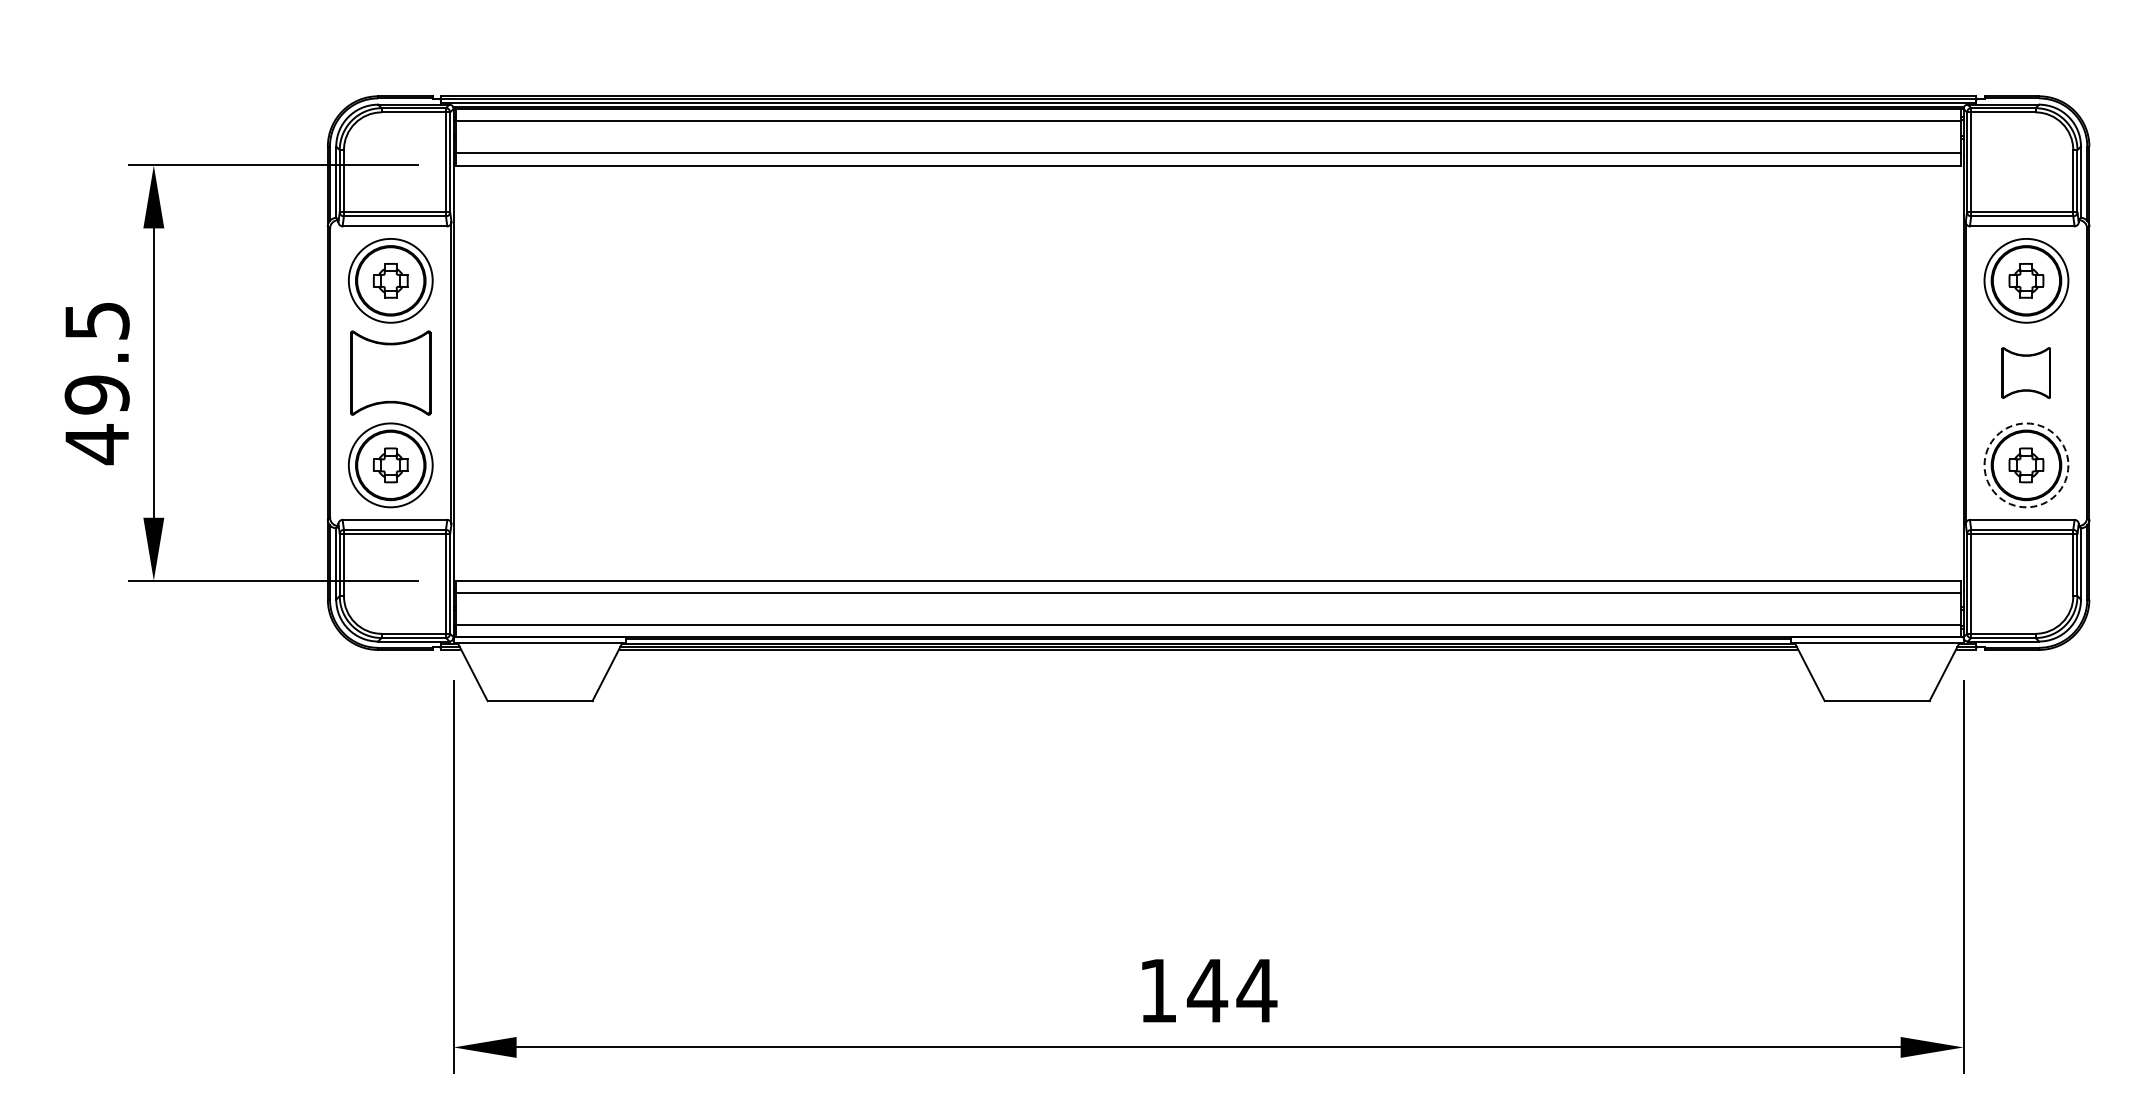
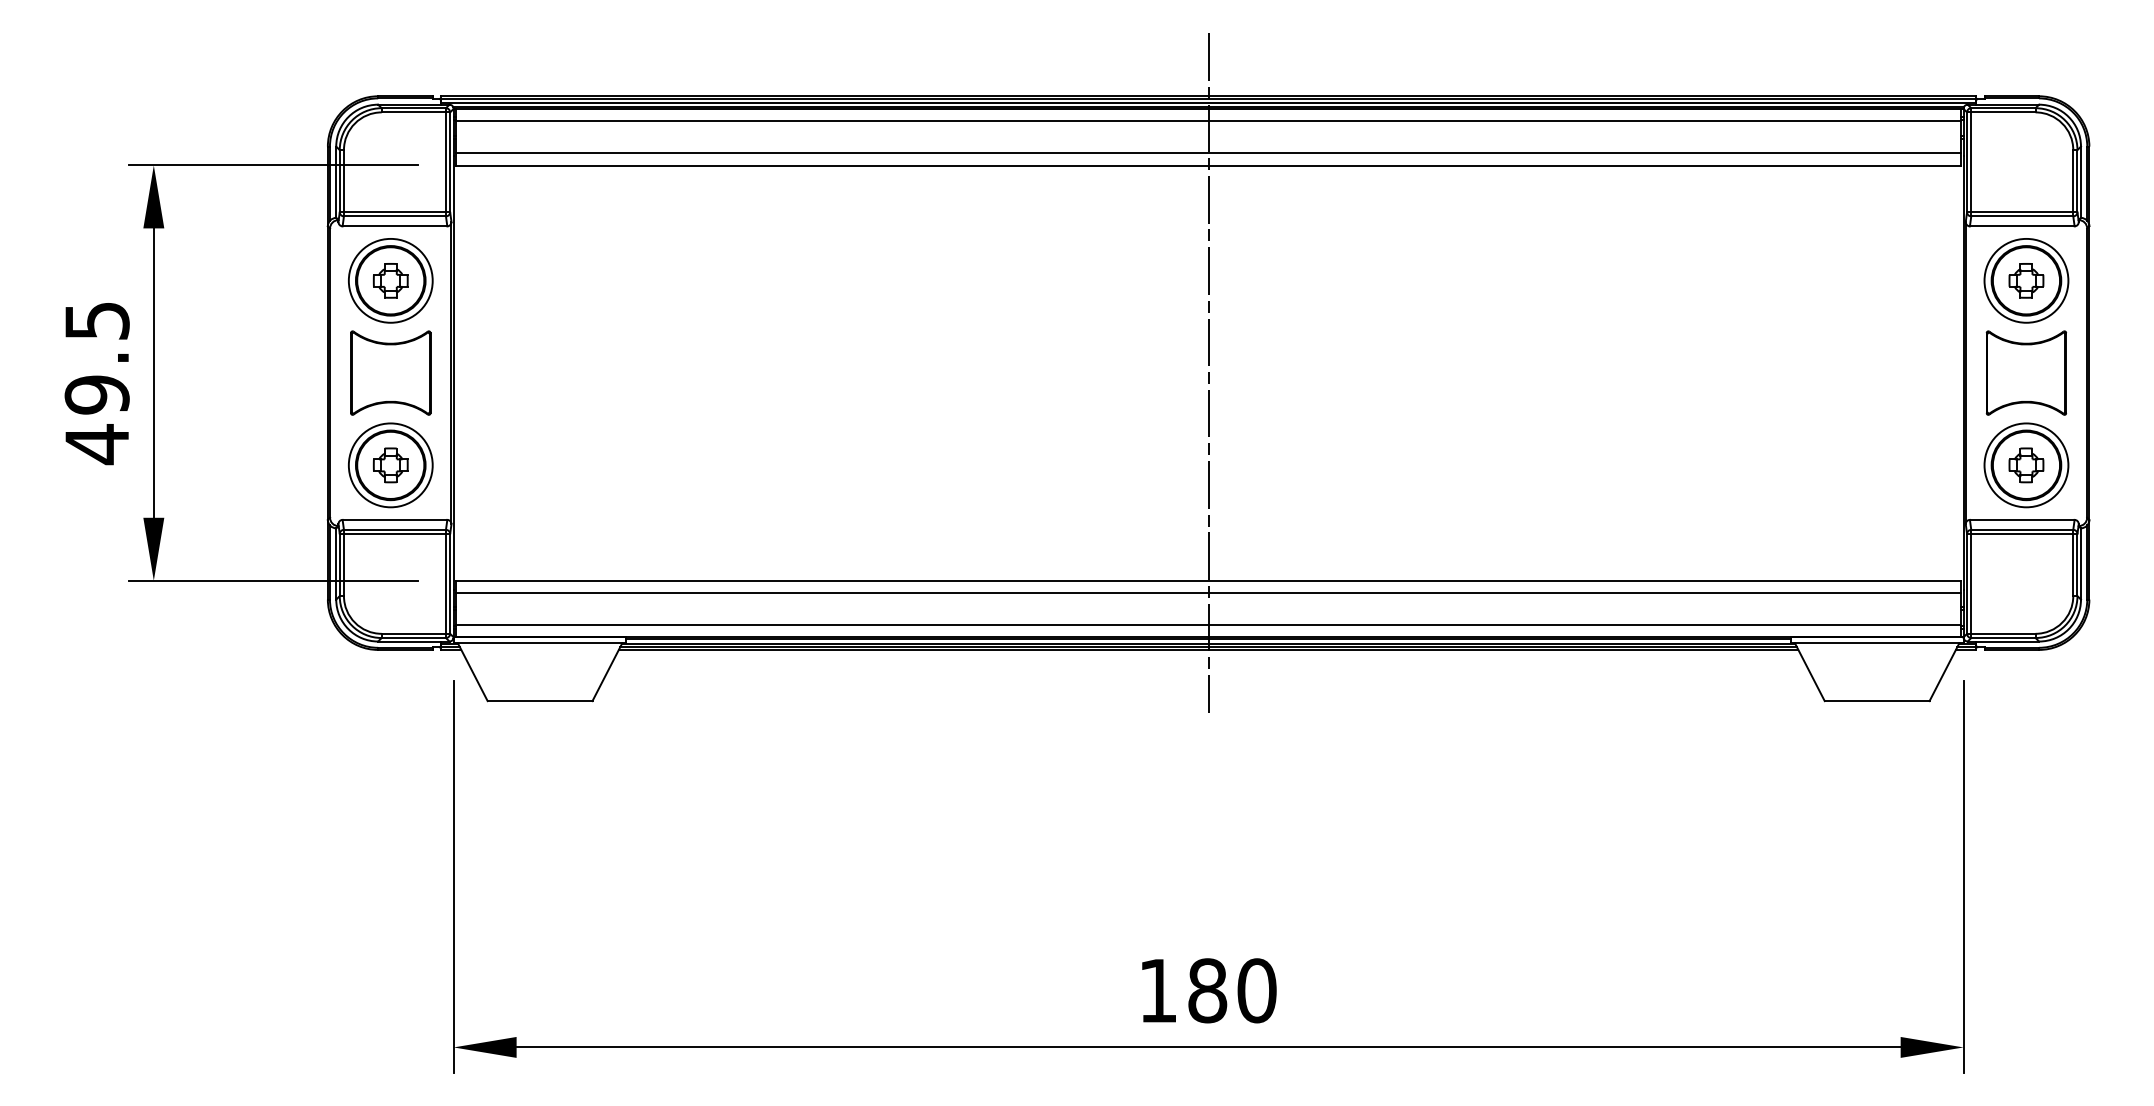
line at (1208, 372): none -> present
part at (2025, 372) size: 50x52 px -> 82x86 px
circle at (2026, 465): dashed -> solid
text at (1232, 990): 144 -> 180
